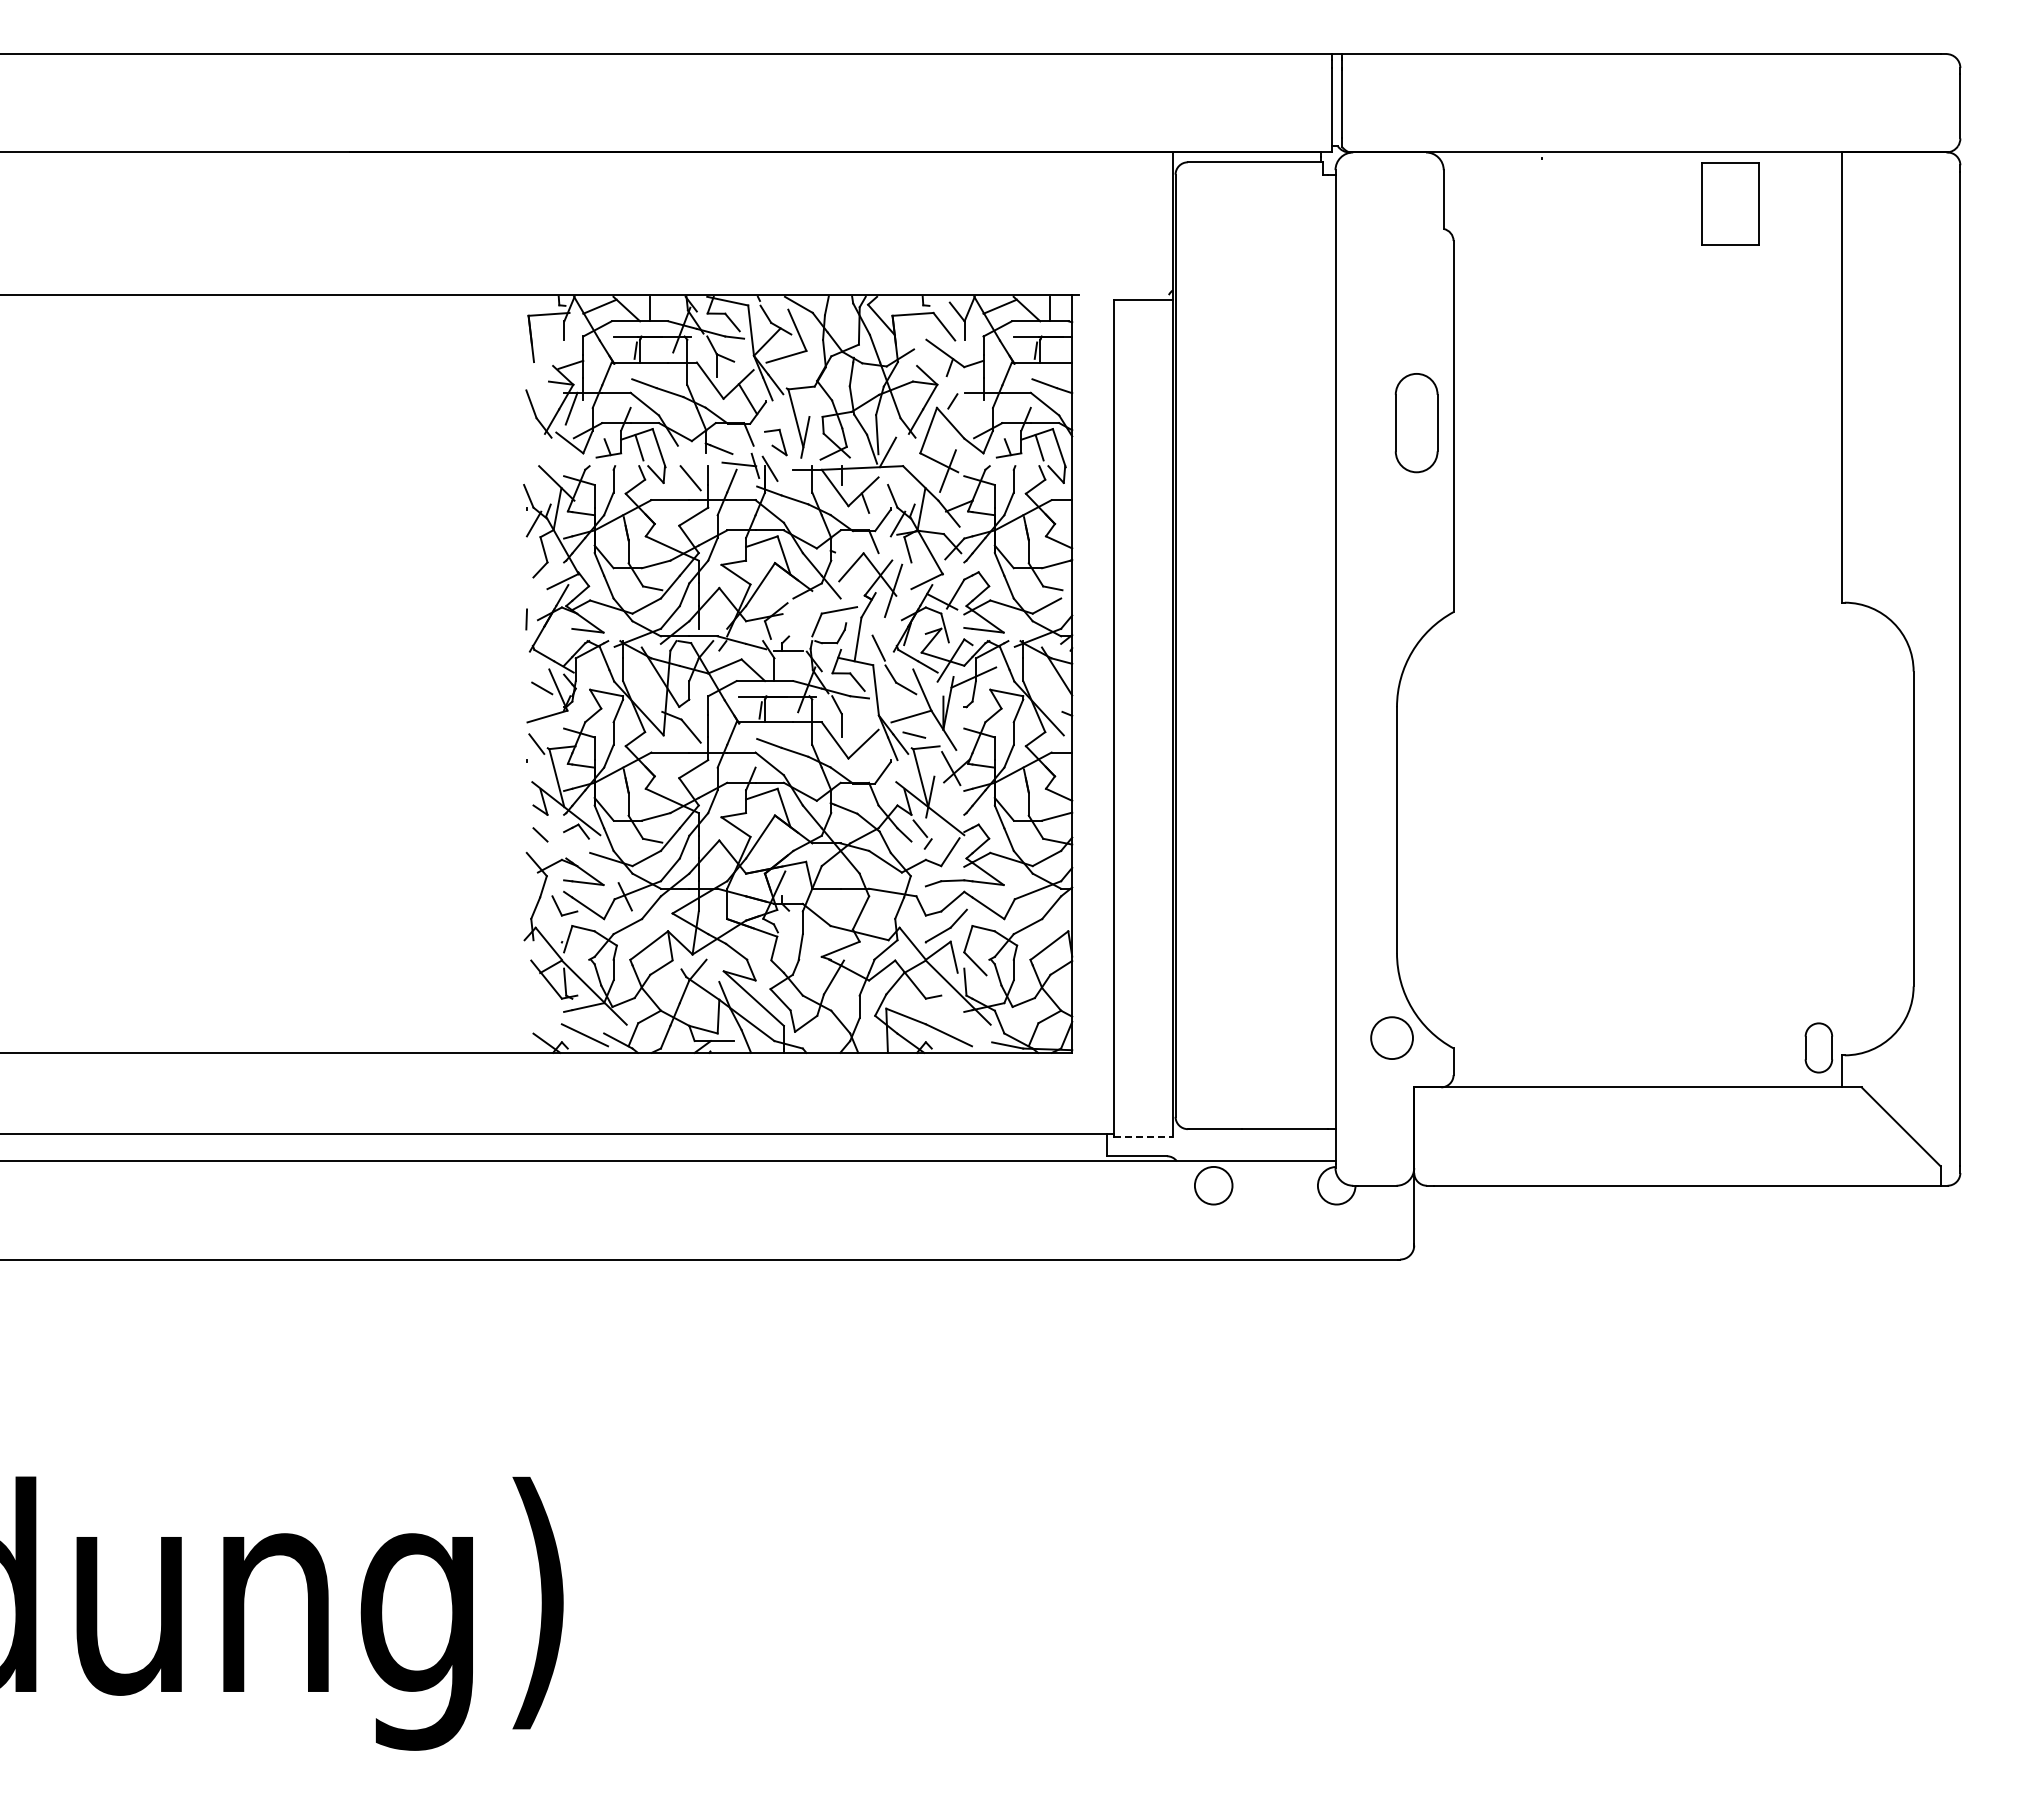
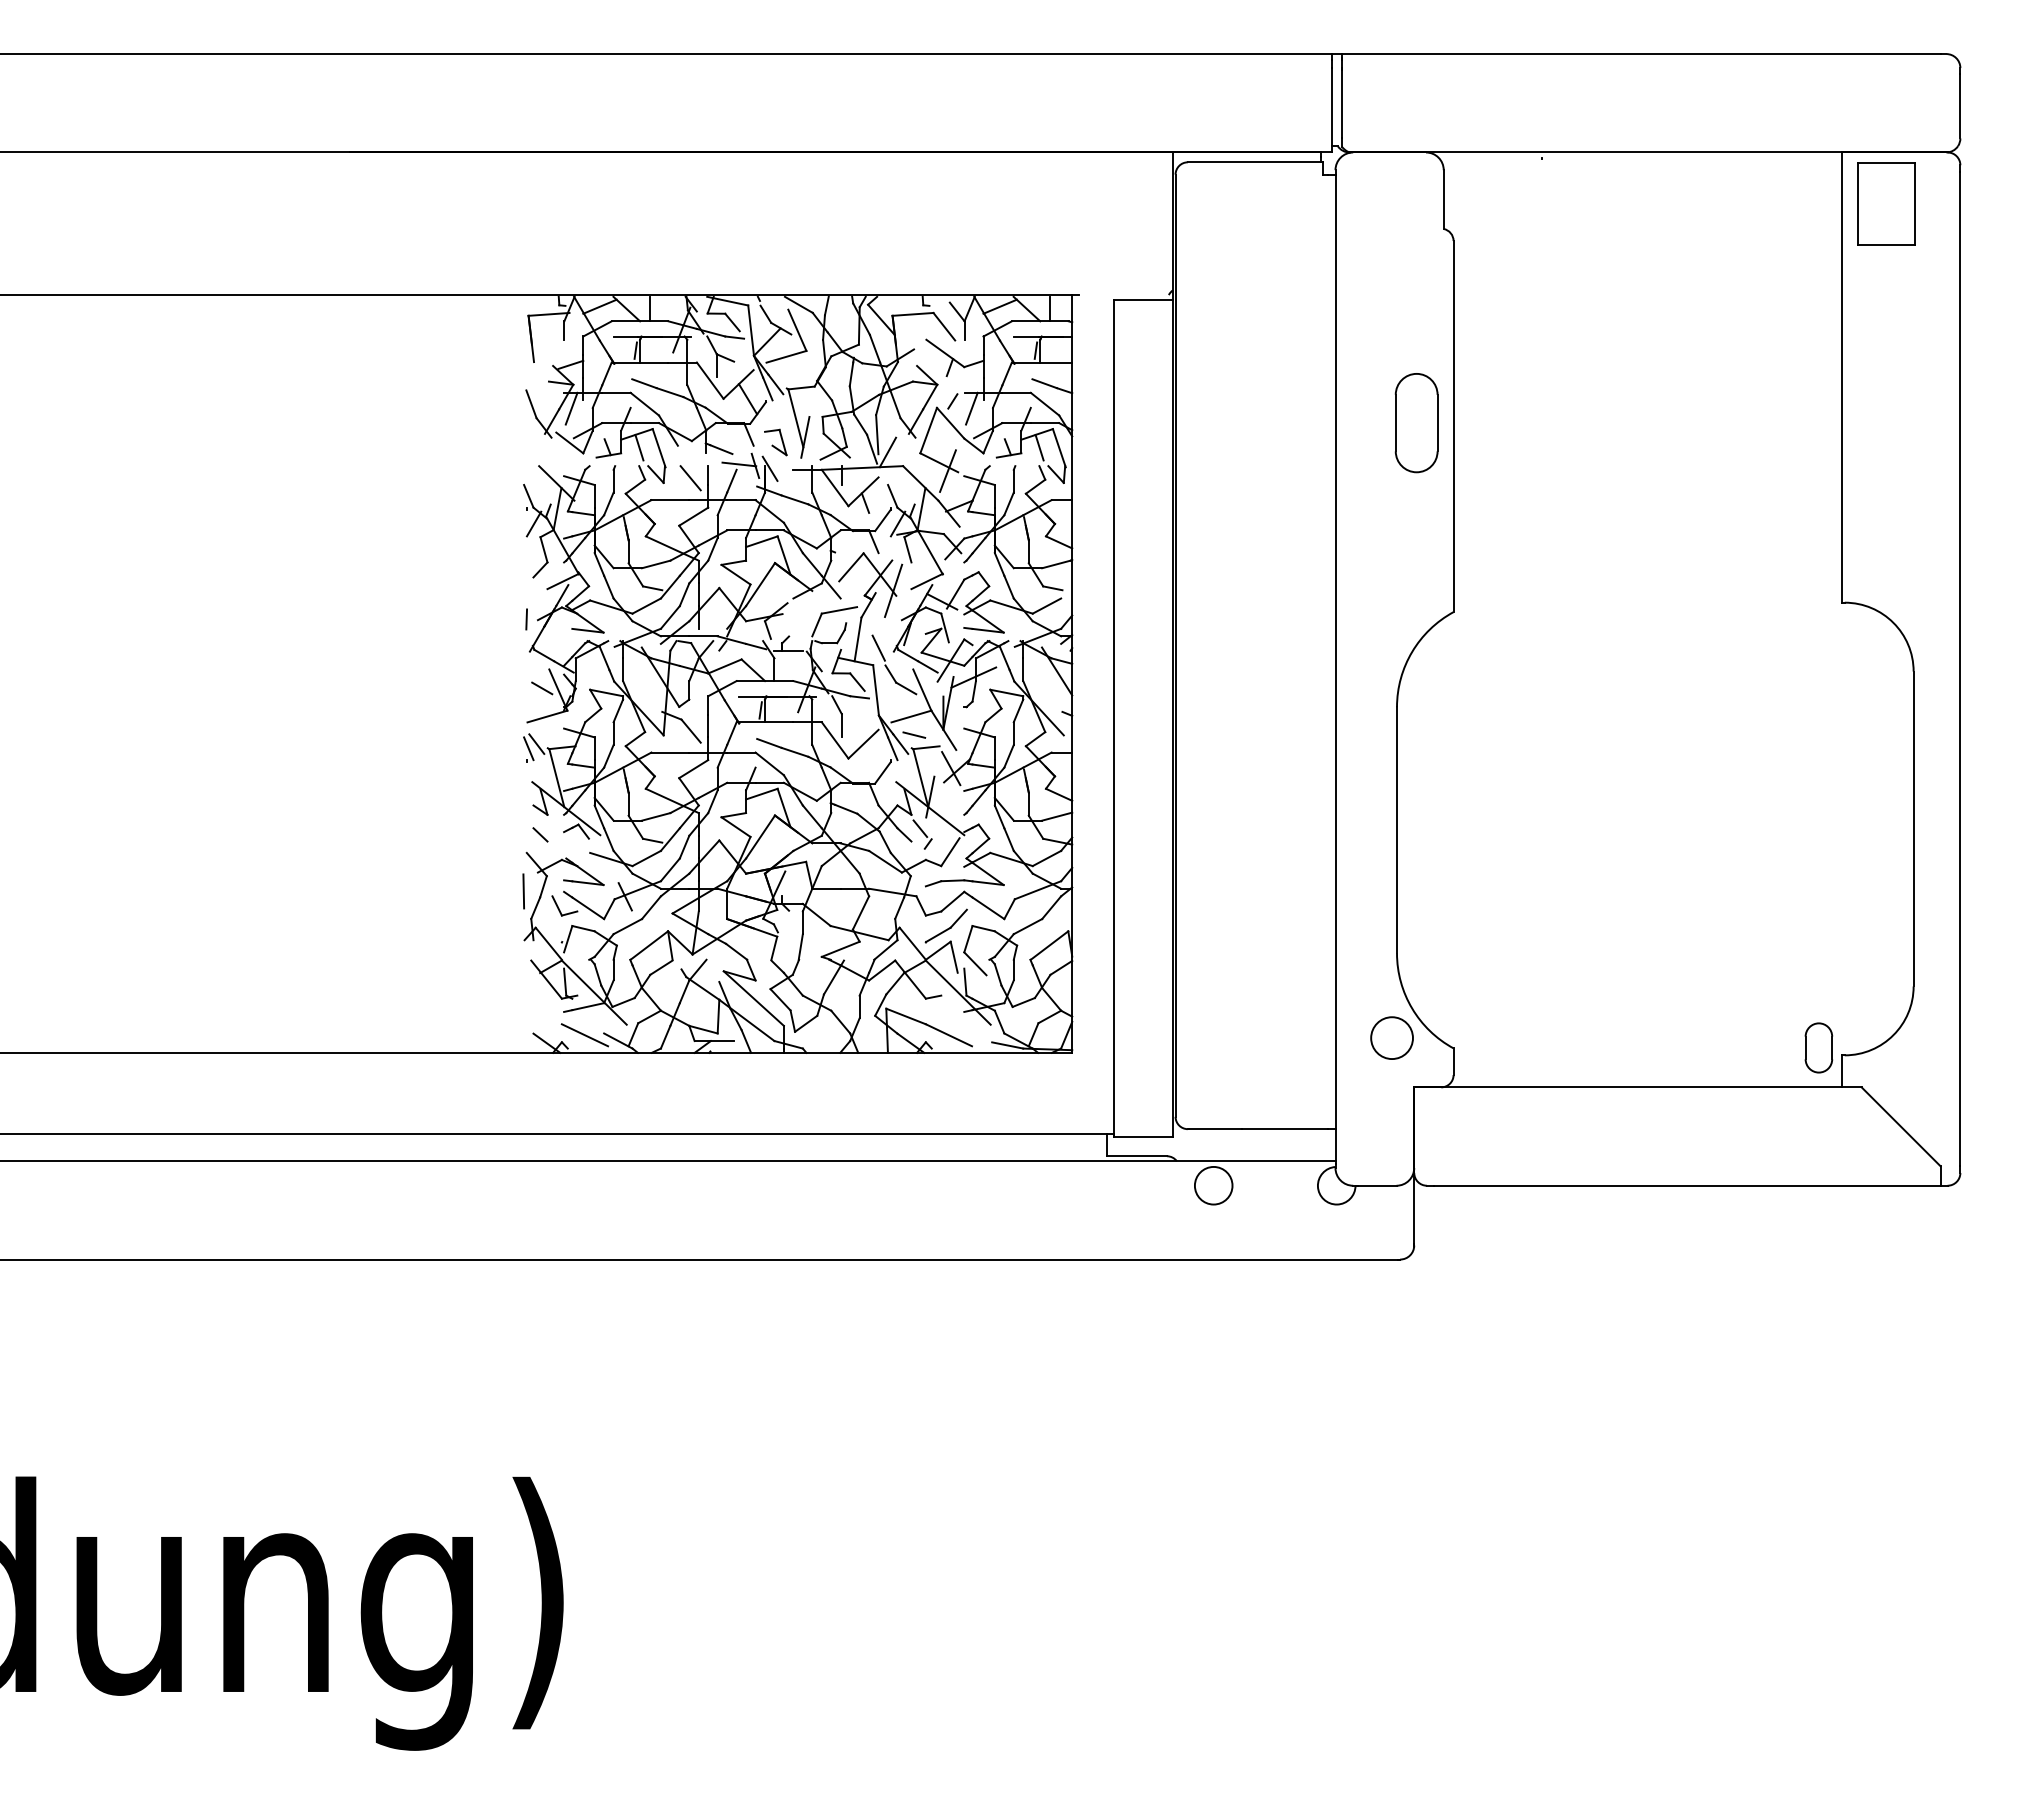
part at (1730, 203) position: (1730, 203) -> (1886, 203)
line at (971, 408): none -> present
line at (528, 748): none -> present
line at (523, 891): none -> present
line at (1143, 1136): dashed -> solid
